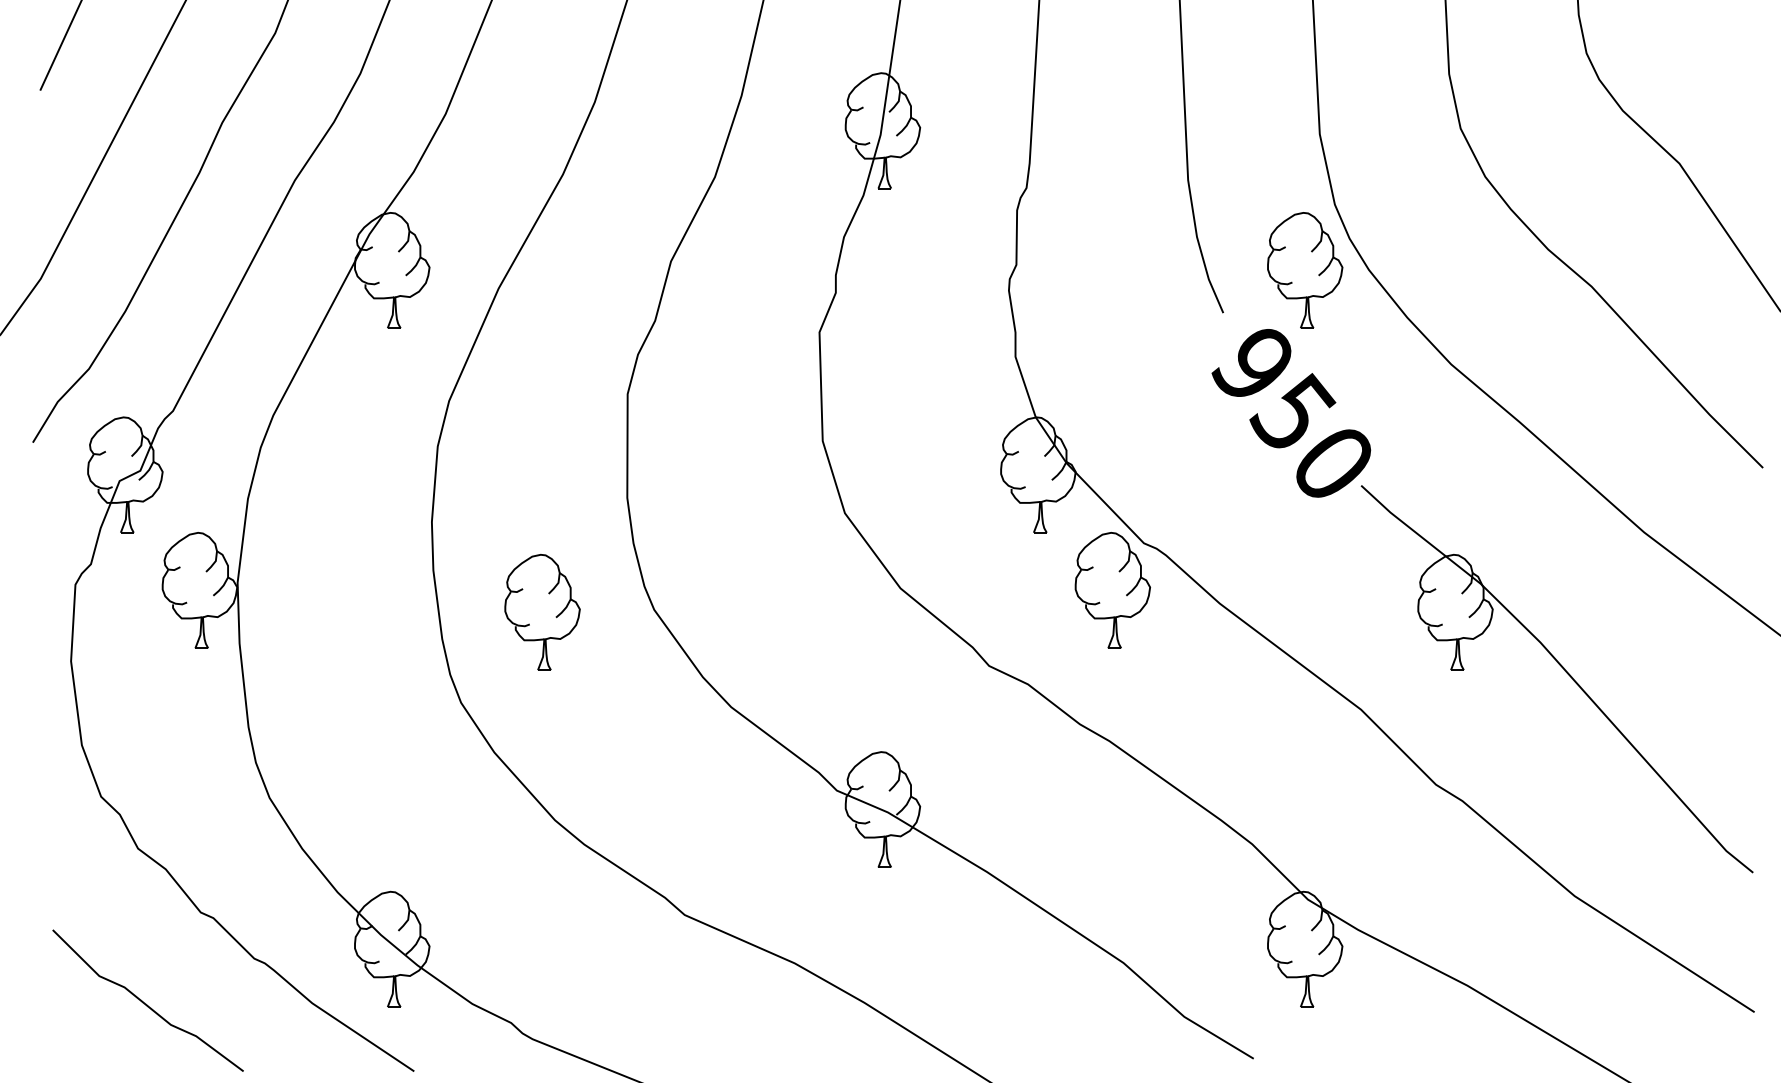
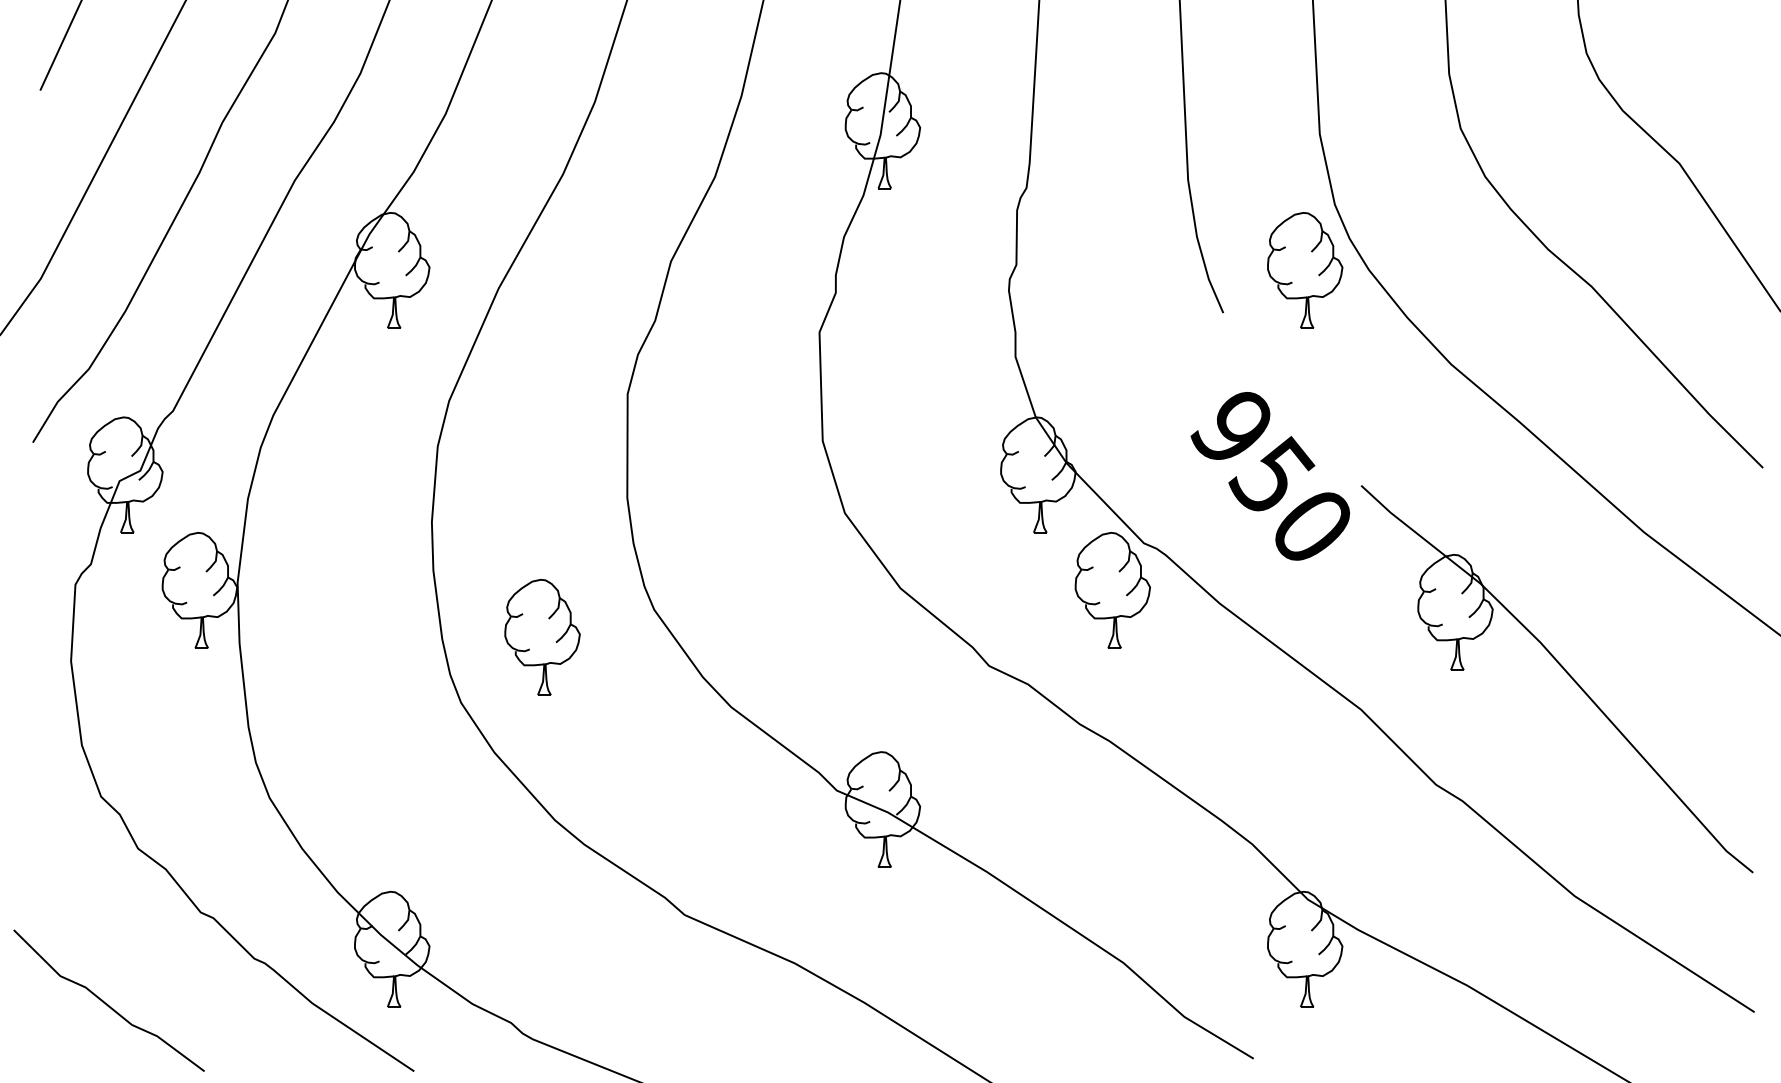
text at (1291, 413) position: (1291, 413) -> (1270, 476)
part at (542, 612) position: (542, 612) -> (542, 637)
curve at (146, 1003) position: (146, 1003) -> (107, 1003)
